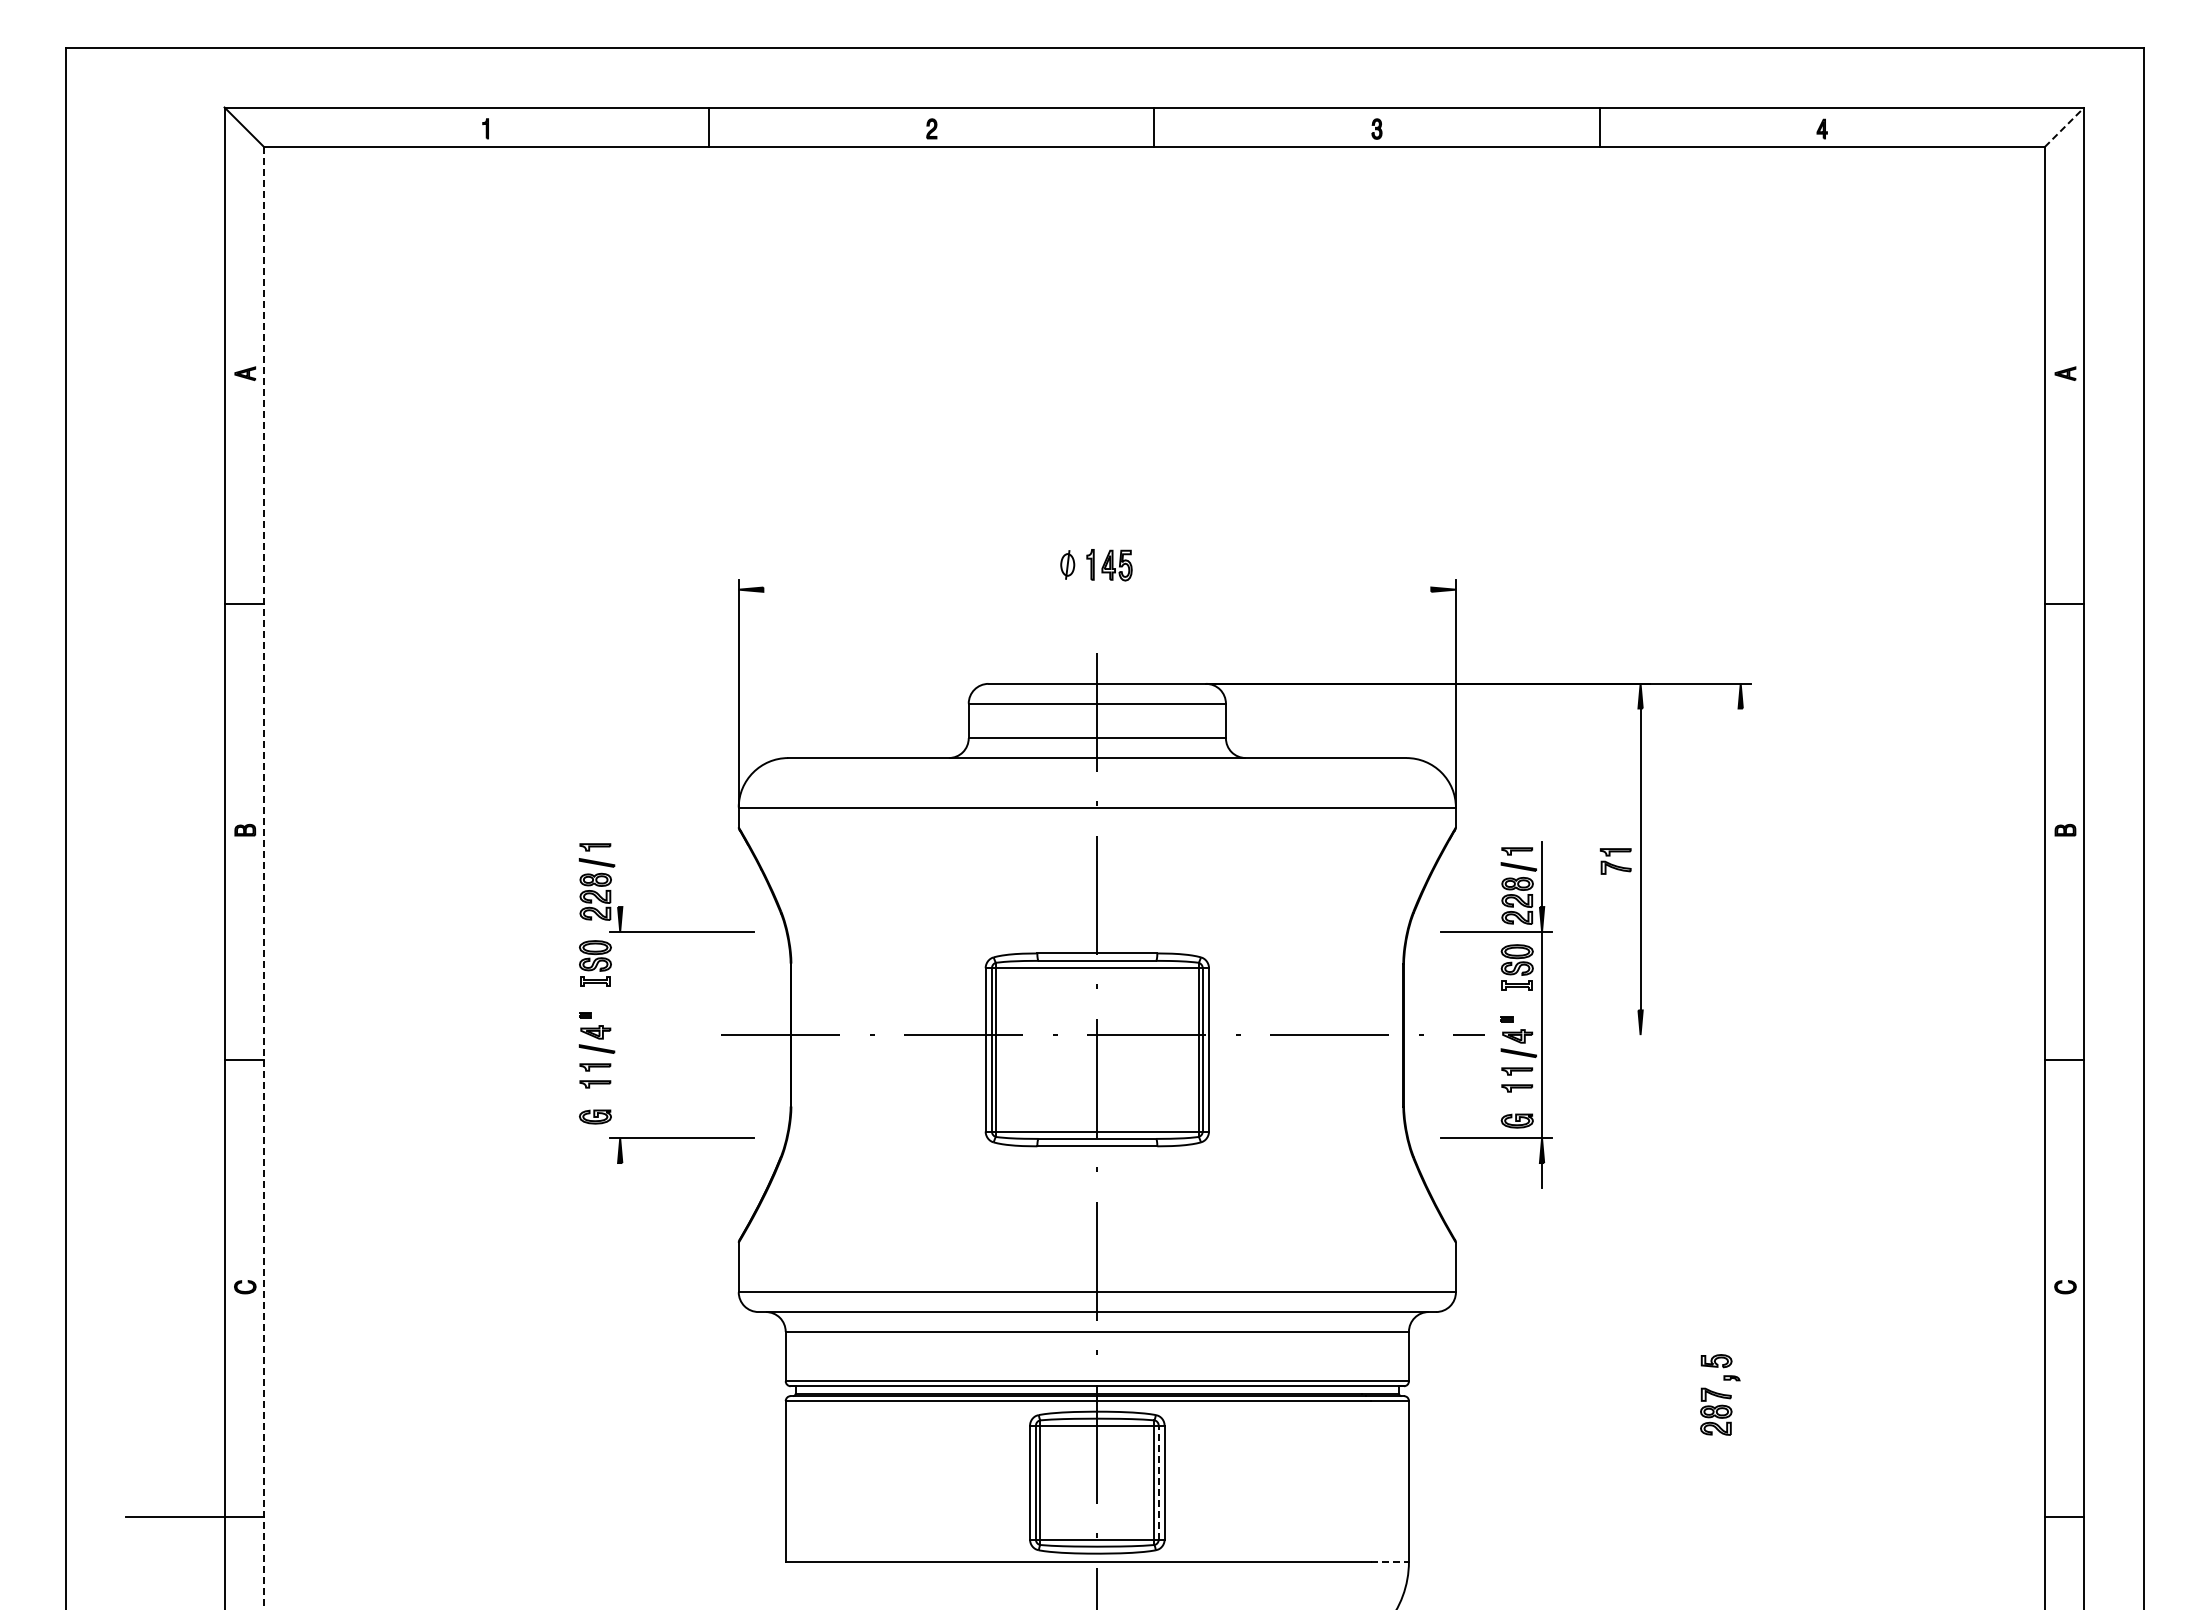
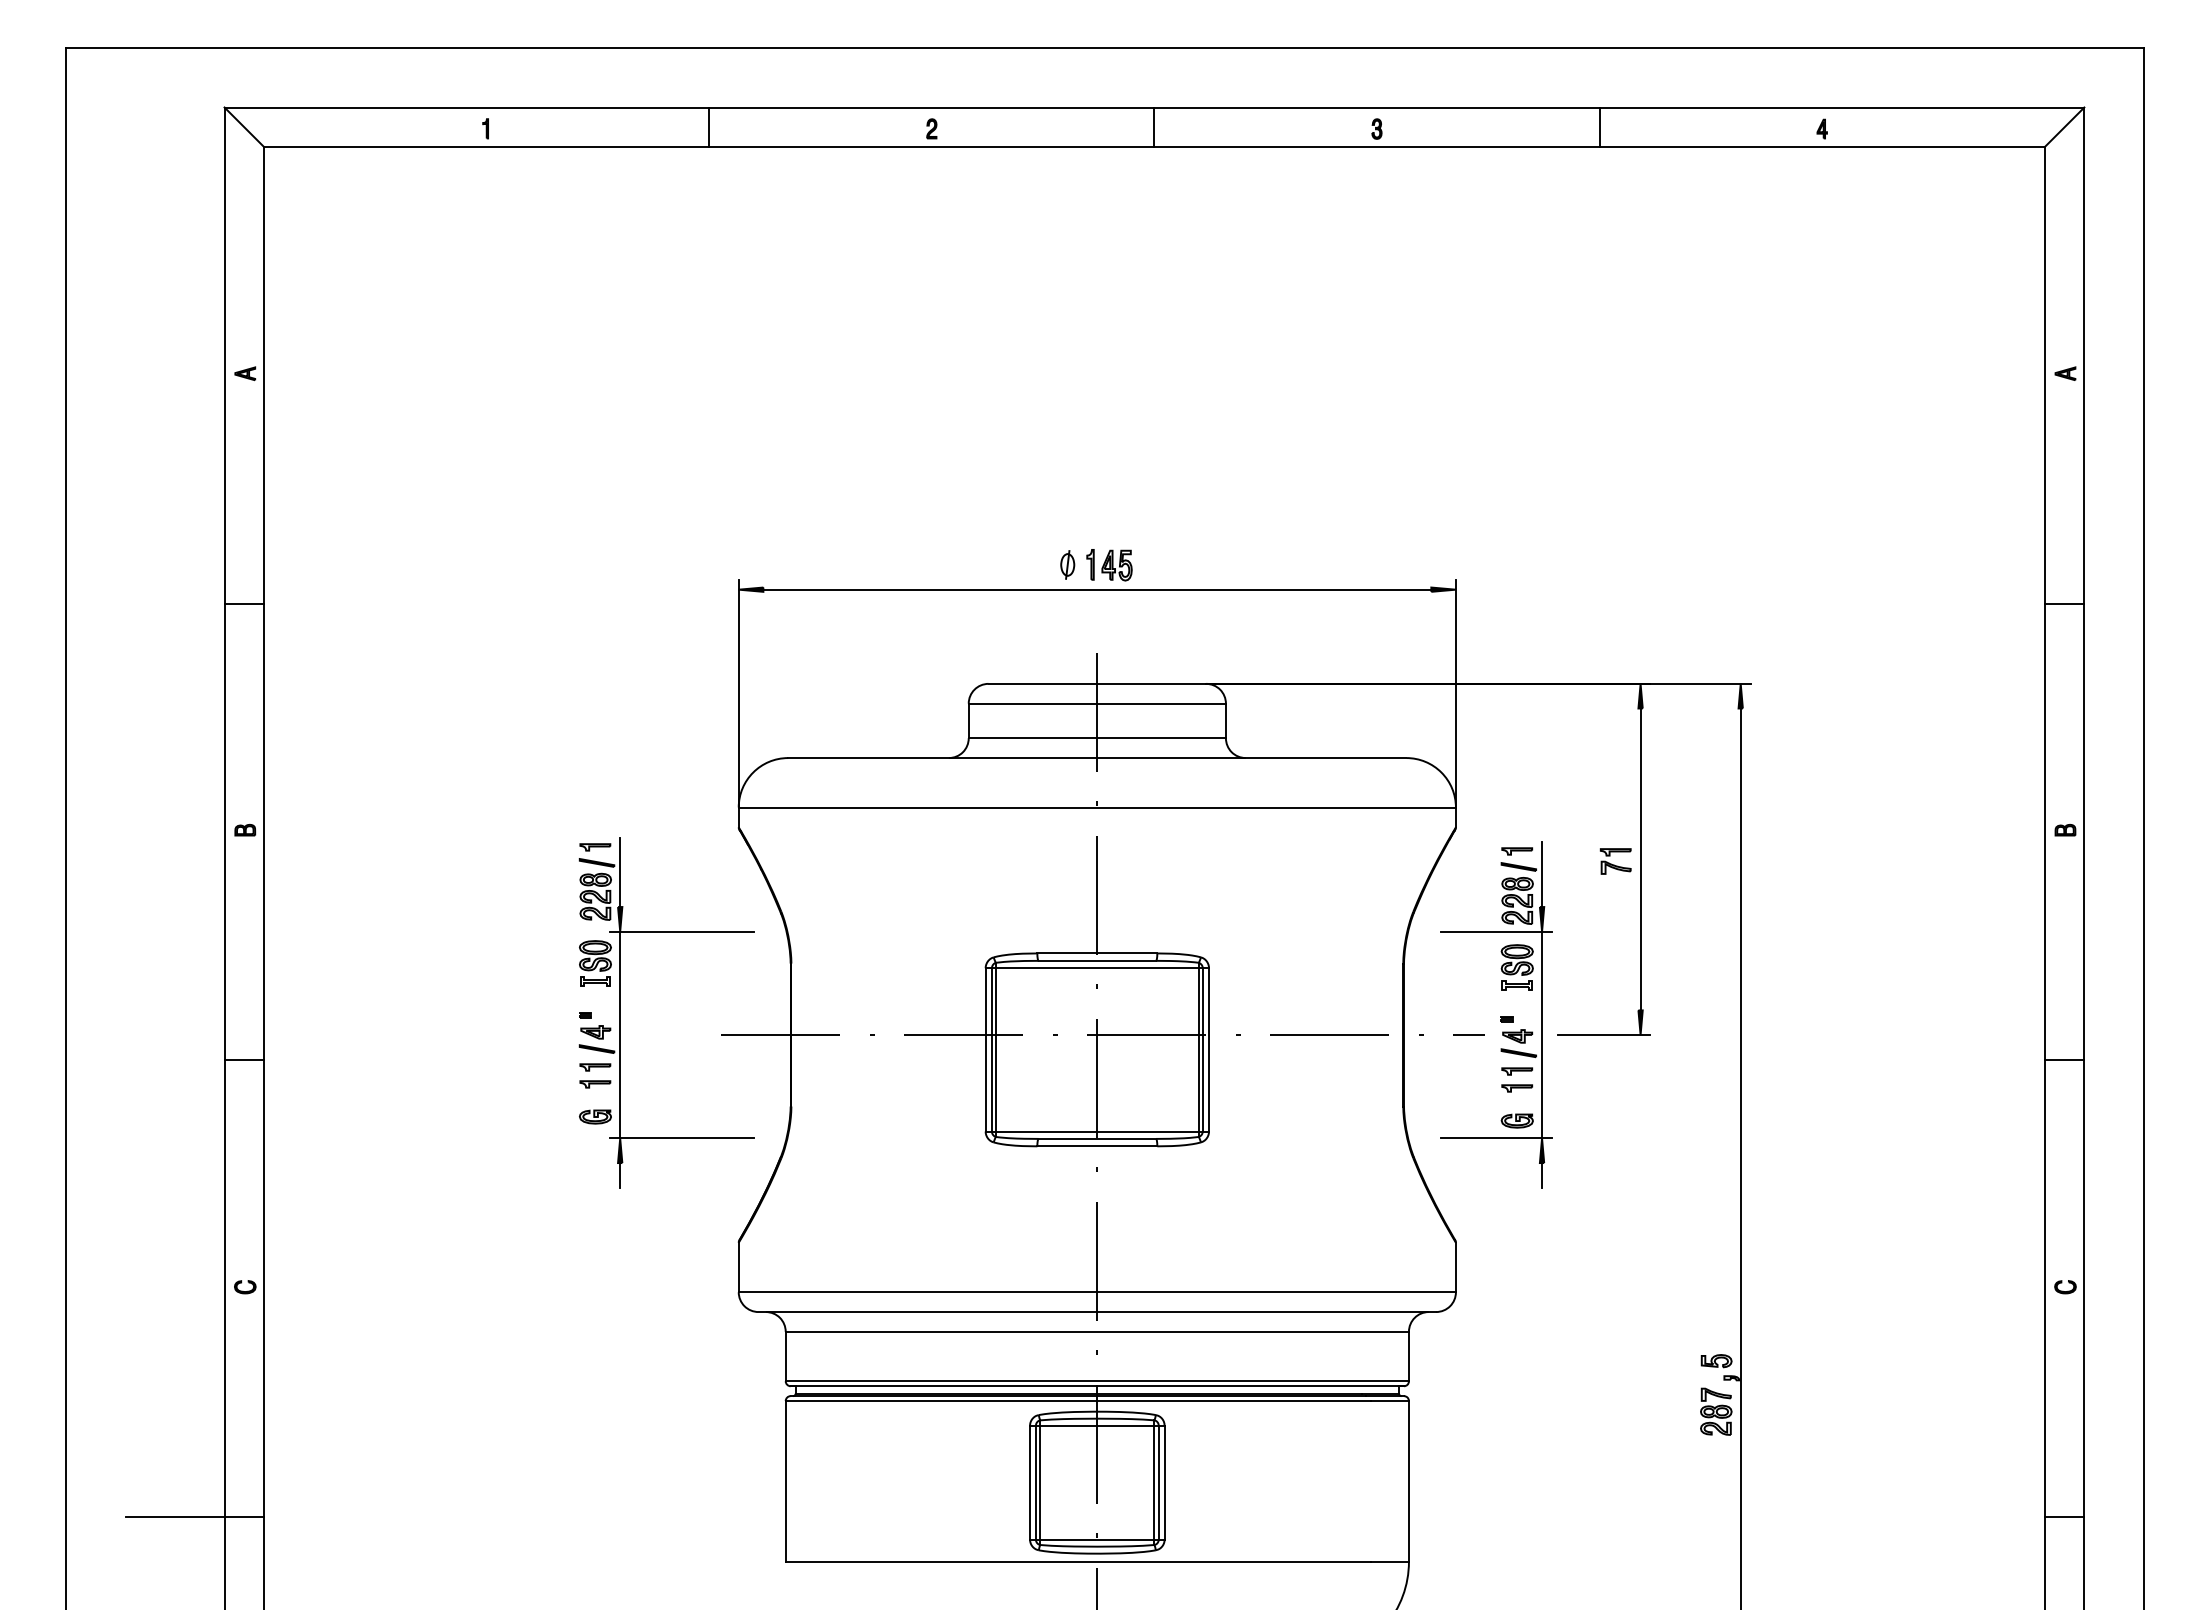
line at (2064, 127): dashed -> solid
line at (1097, 589): none -> present
line at (620, 872): none -> present
line at (264, 878): dashed -> solid
line at (620, 1034): none -> present
line at (1603, 1035): none -> present
line at (1740, 1157): none -> present
line at (620, 1175): none -> present
line at (1158, 1482): dashed -> solid
line at (1390, 1561): dashed -> solid
